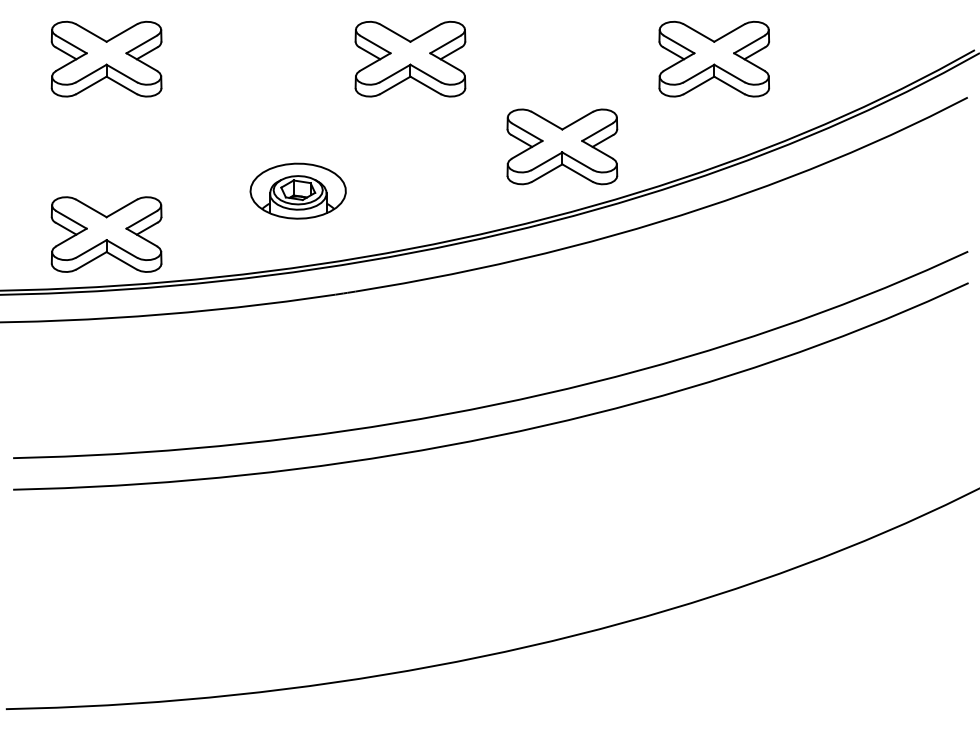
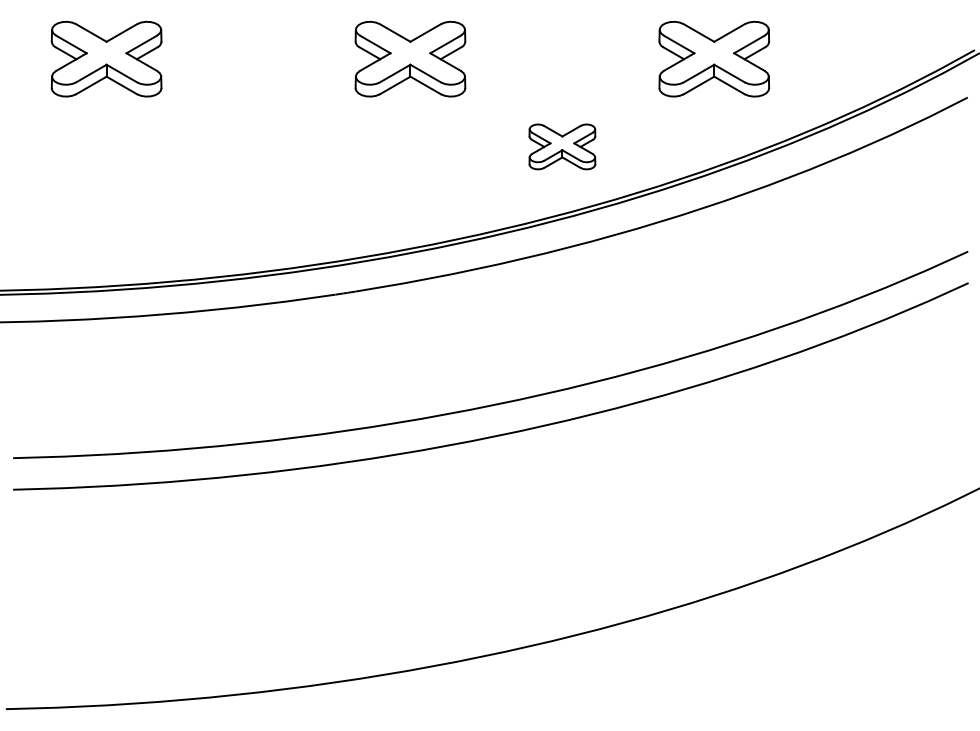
part at (562, 146) size: 113x78 px -> 69x48 px
part at (297, 190): present -> none
part at (106, 234): present -> none
